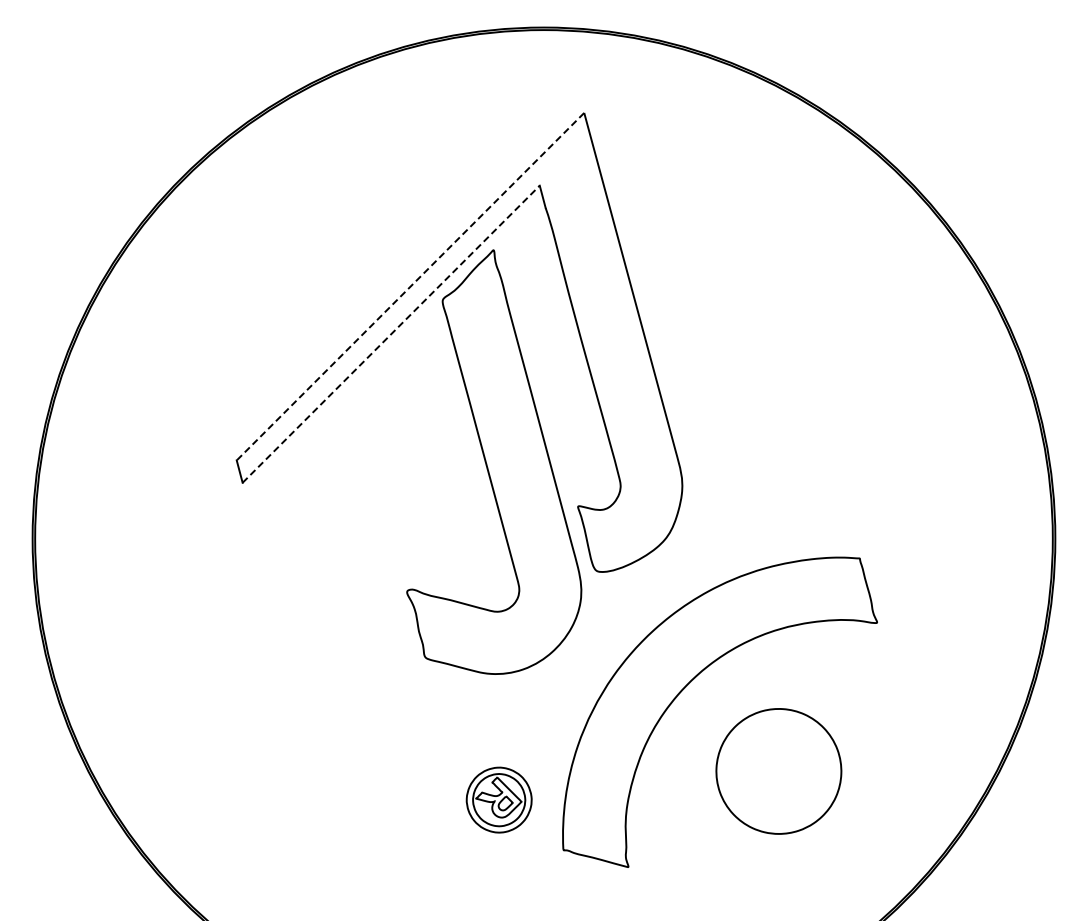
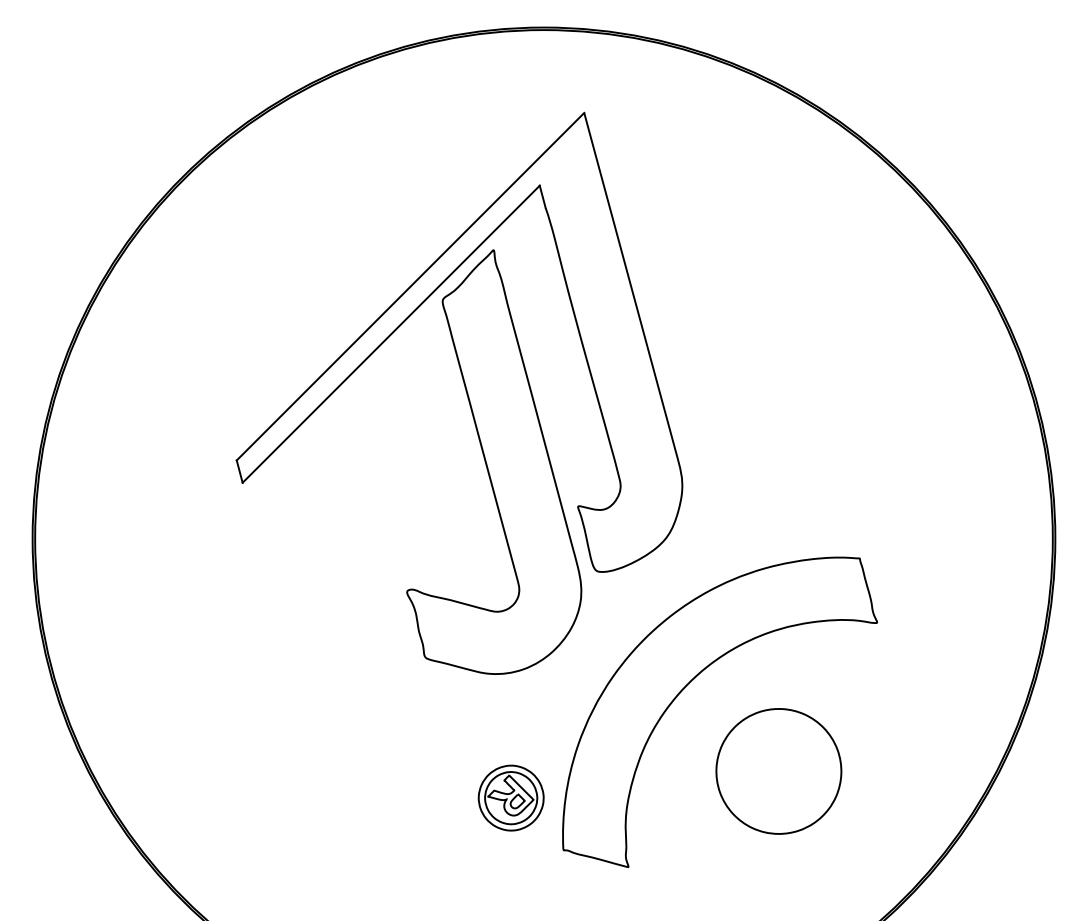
line at (410, 286): dashed -> solid
line at (391, 333): dashed -> solid
part at (498, 799) position: (498, 799) -> (510, 797)
